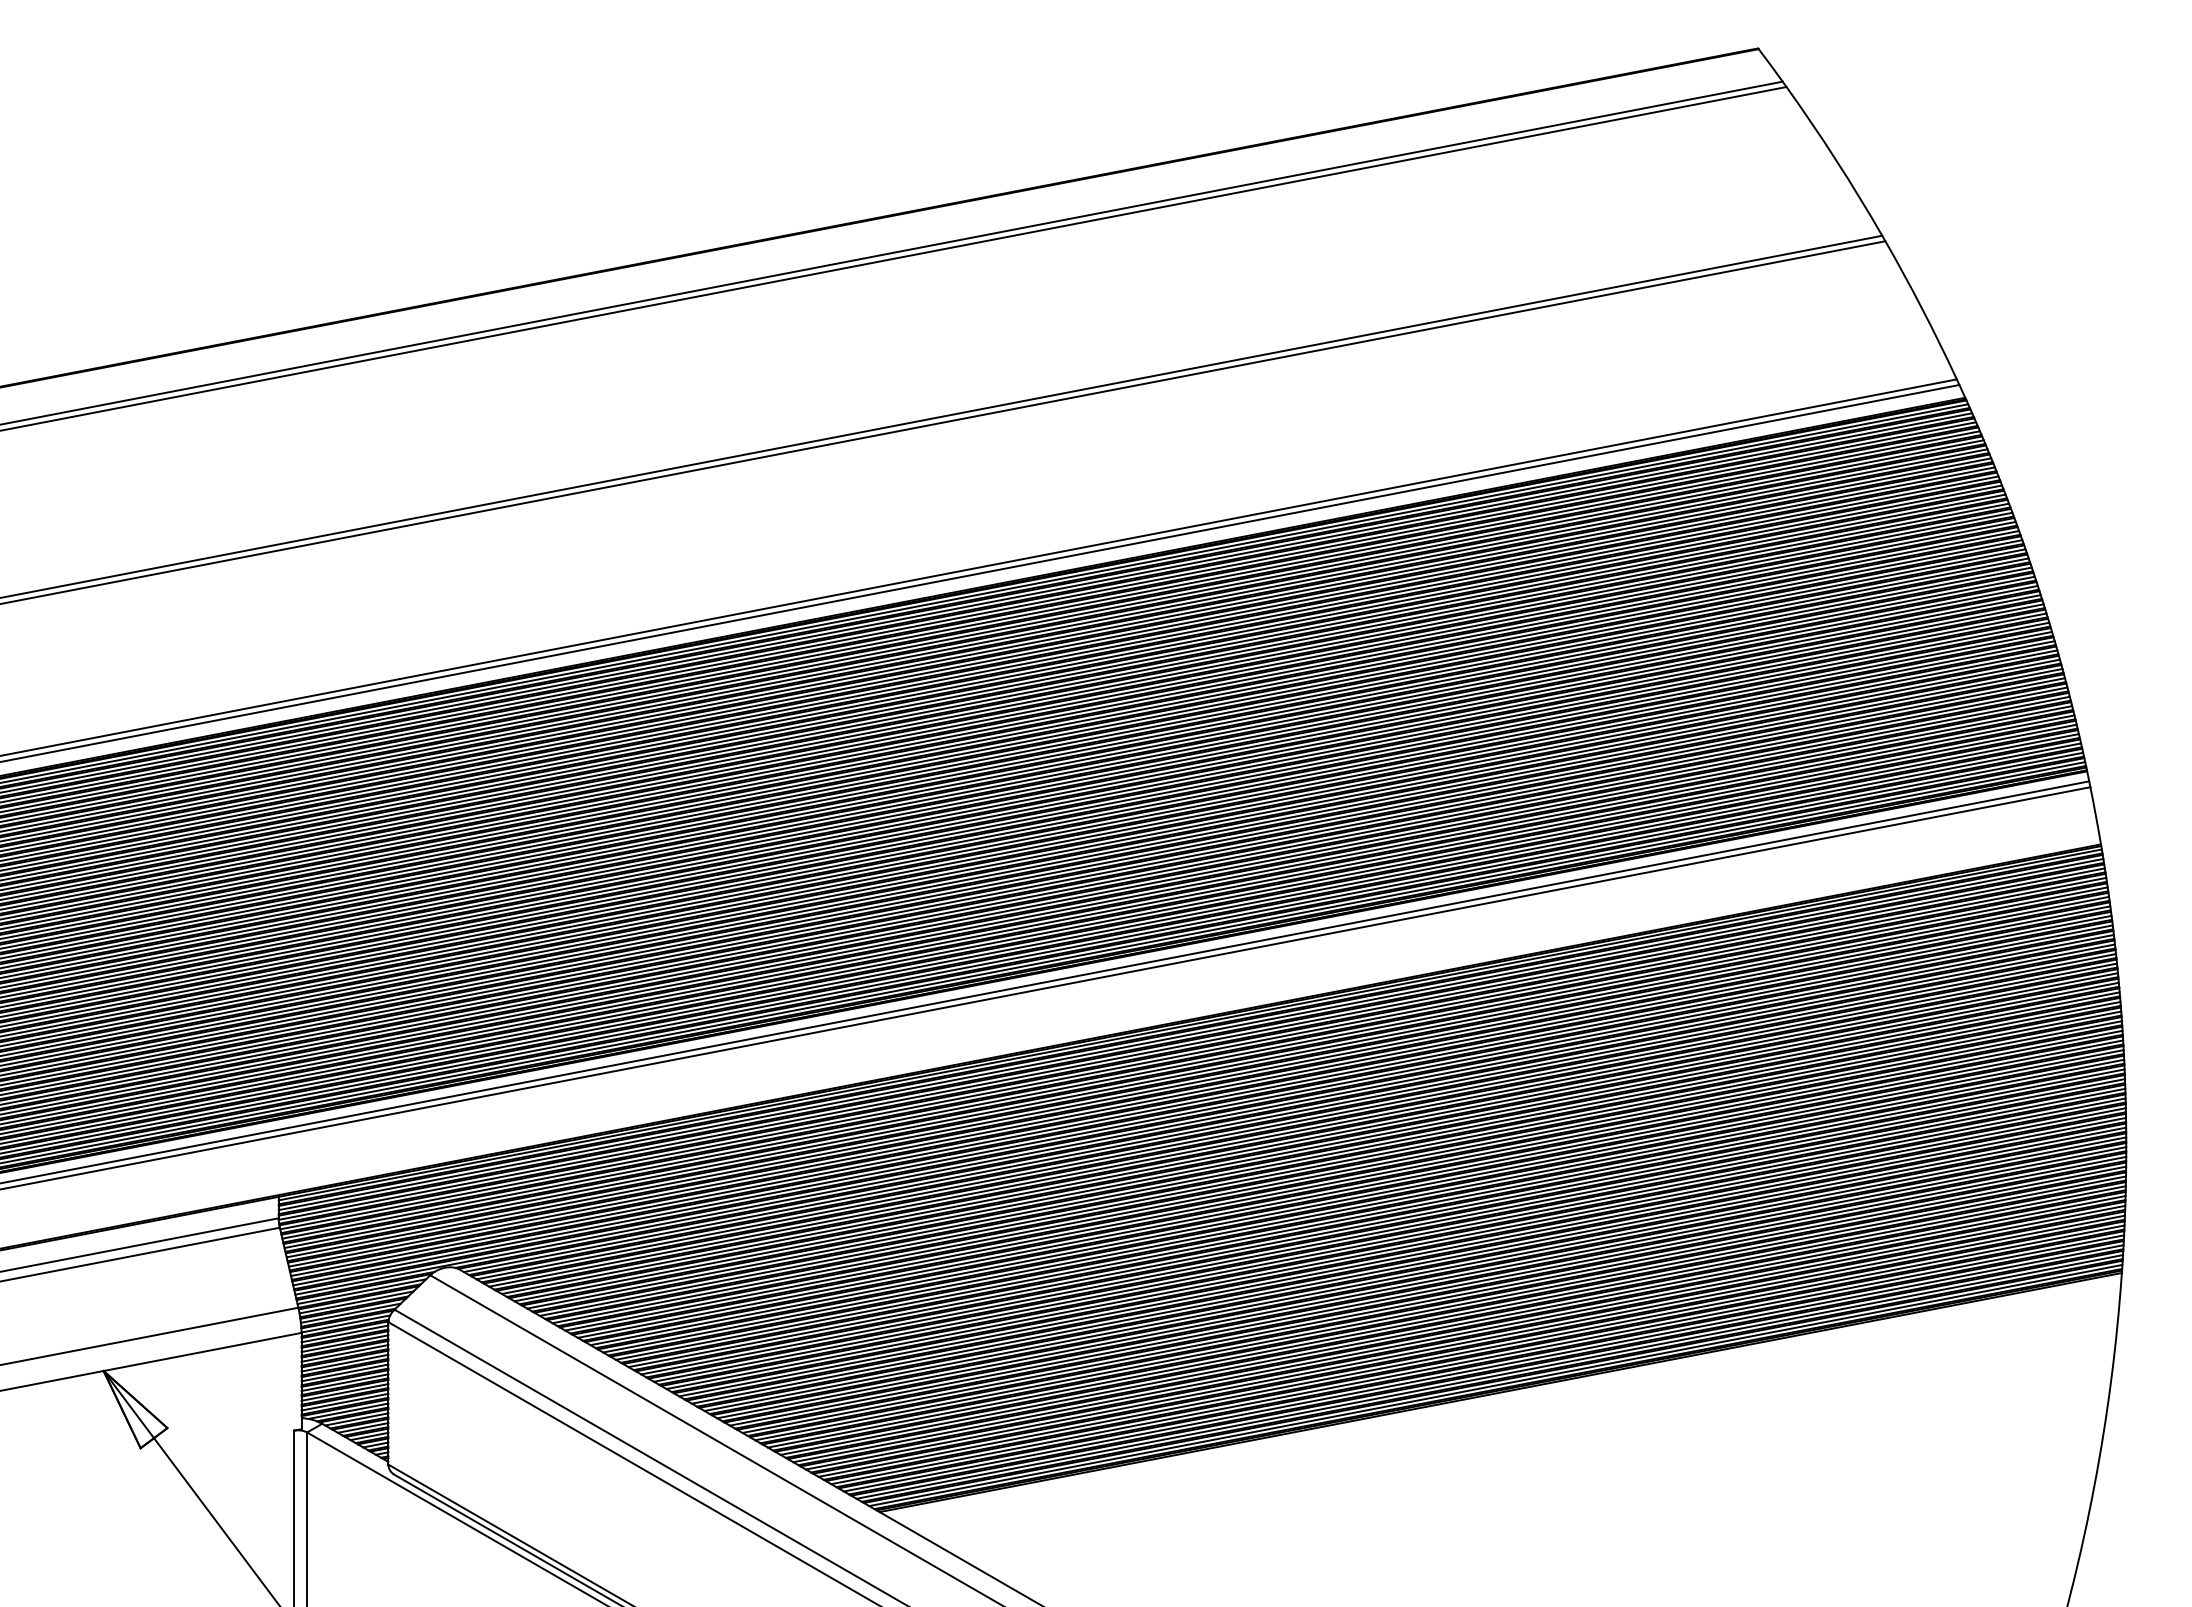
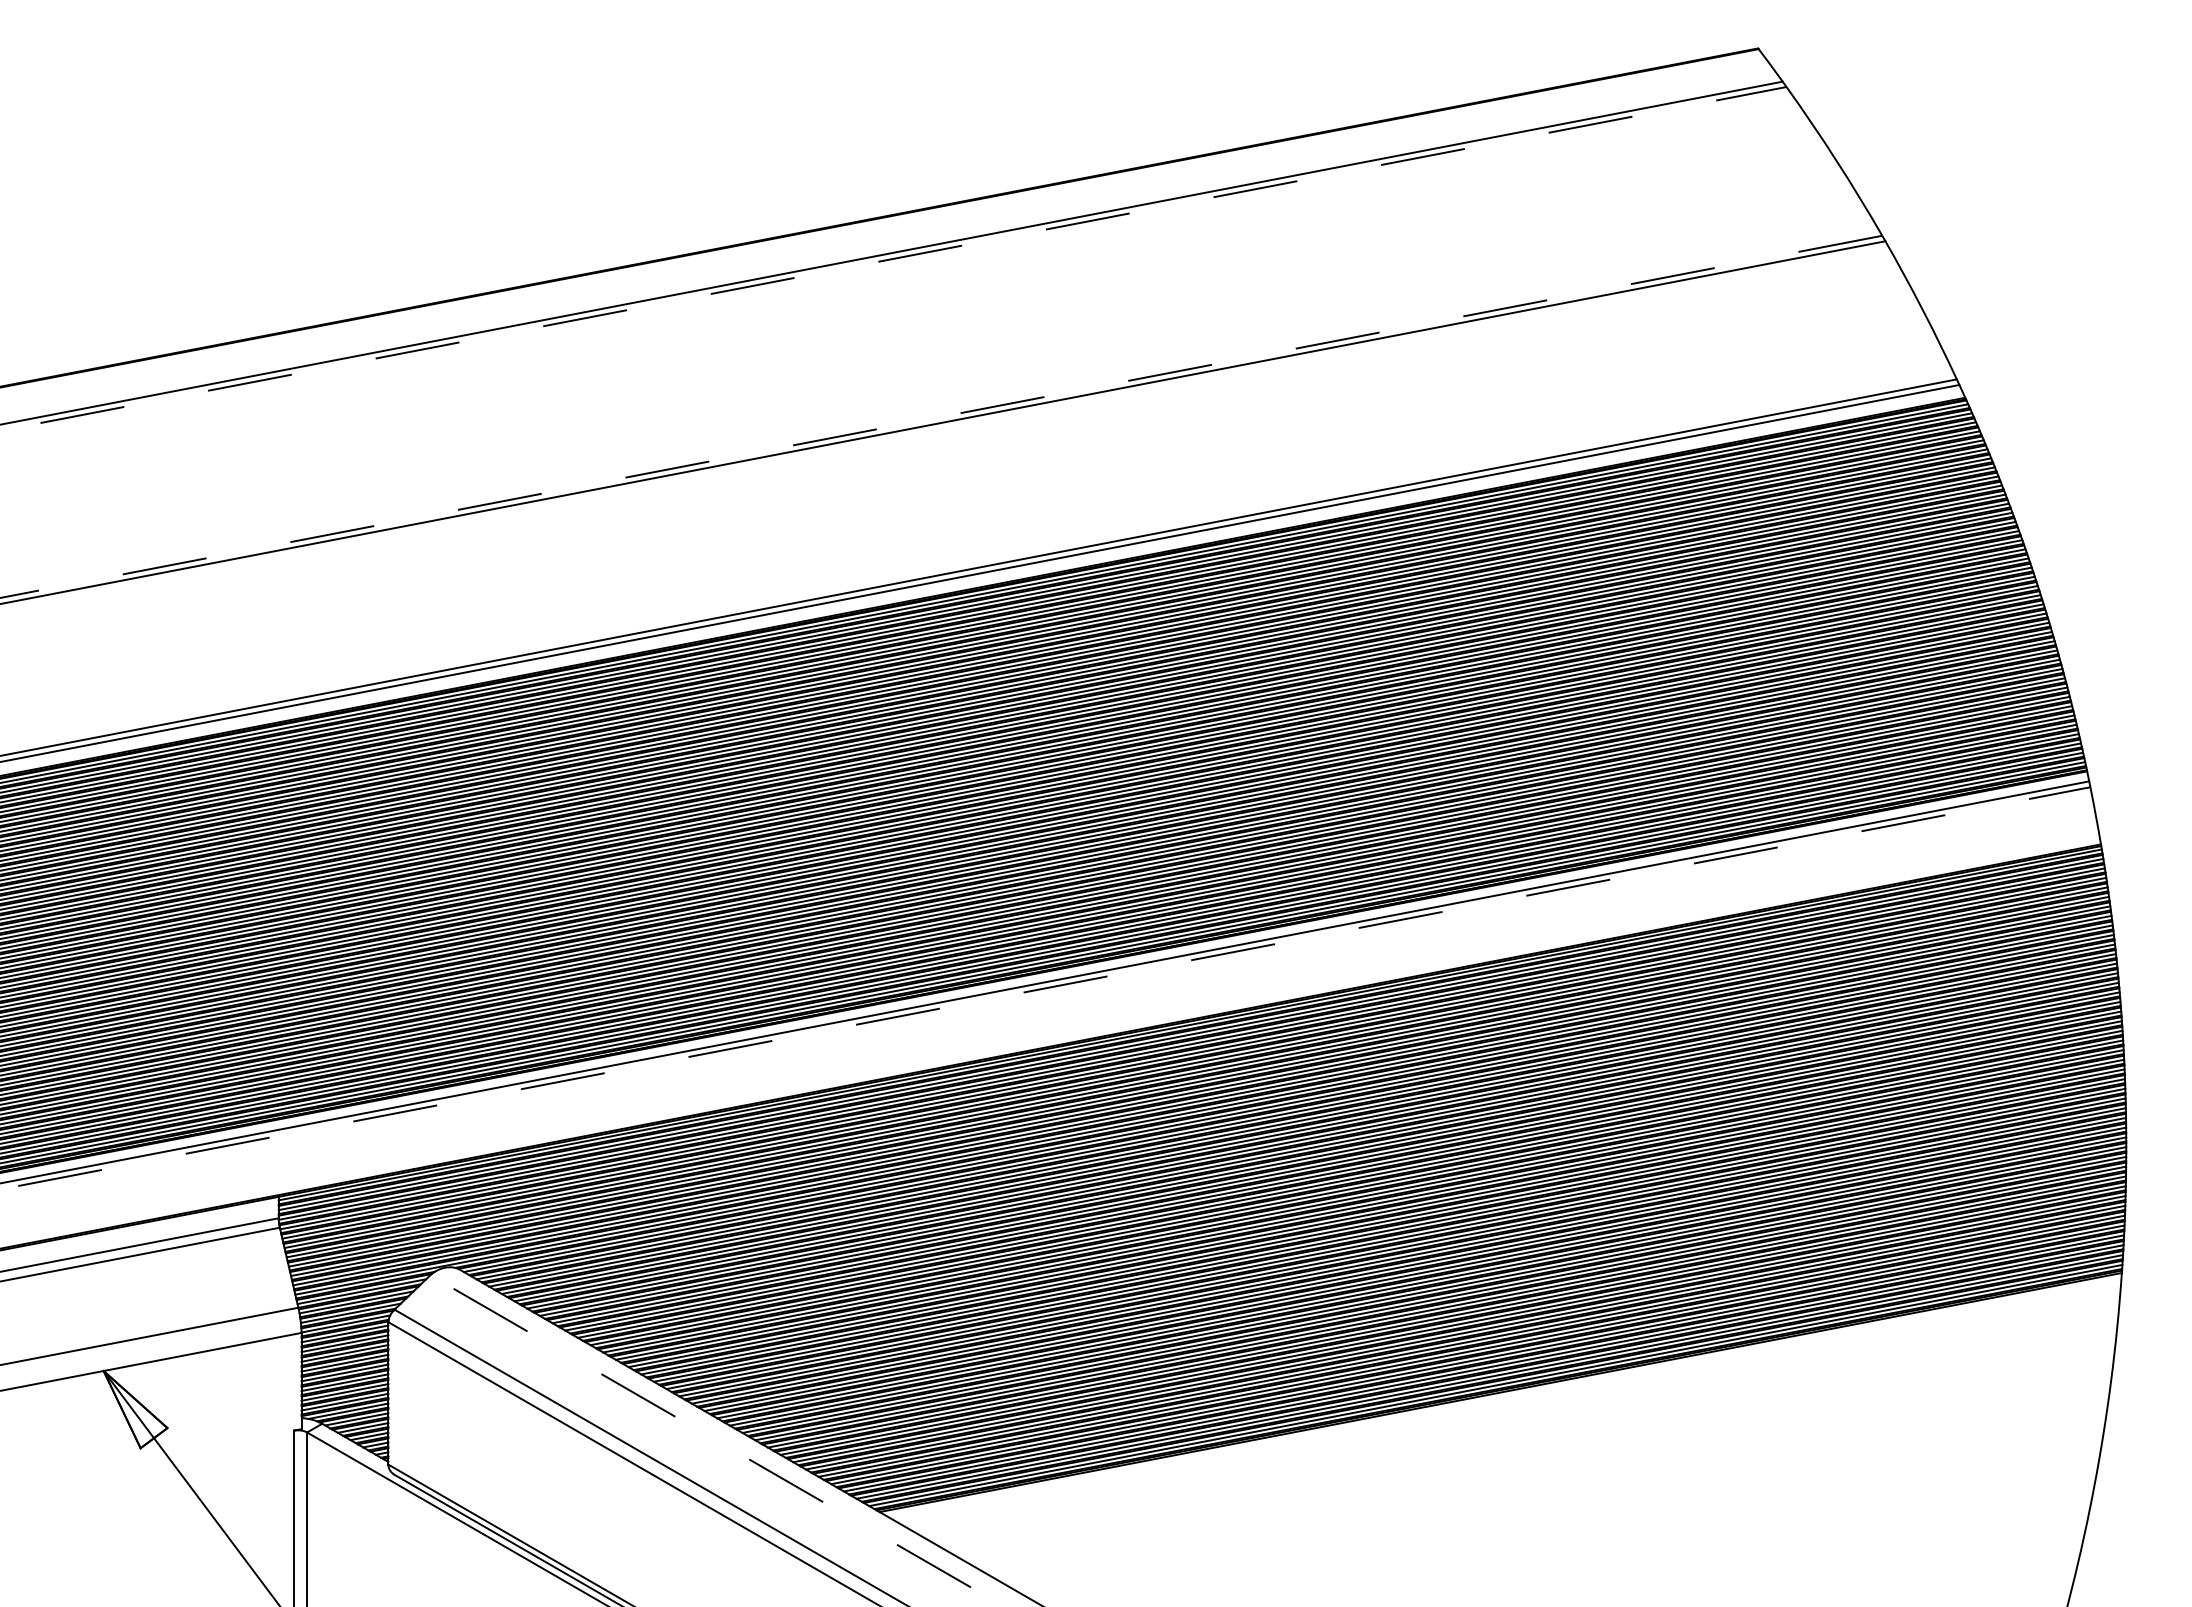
line at (893, 258): solid -> dashed
line at (941, 416): solid -> dashed
line at (1045, 988): solid -> dashed
line at (716, 1440): solid -> dashed
